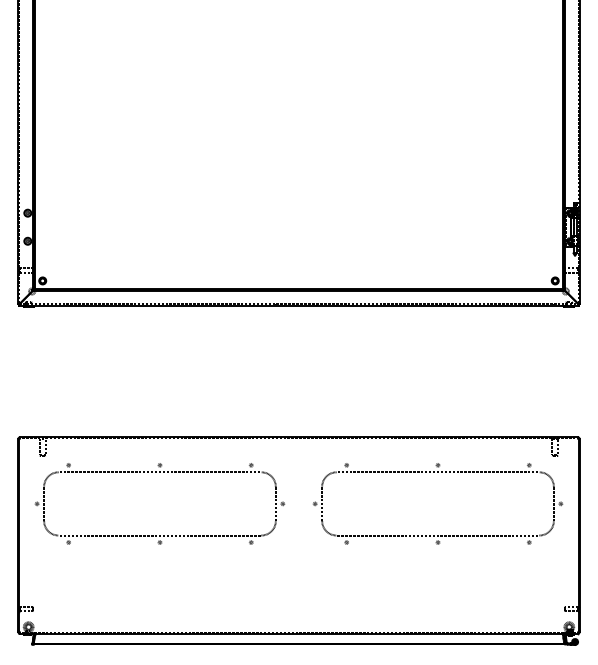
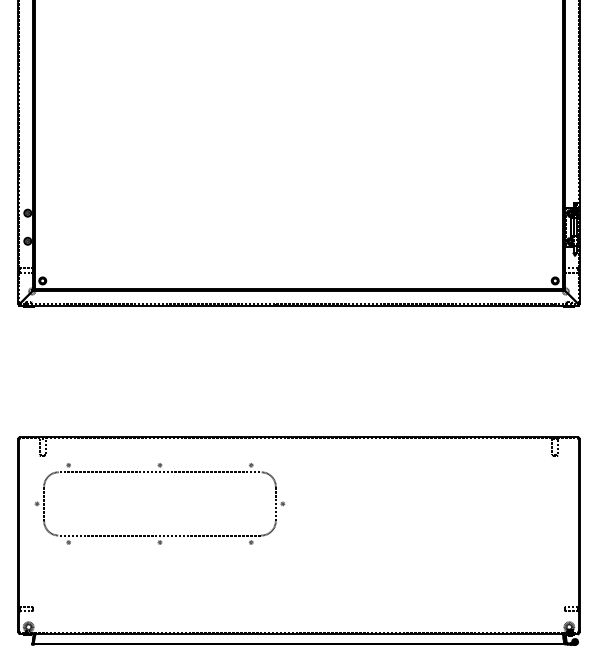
part at (437, 472): present -> none
